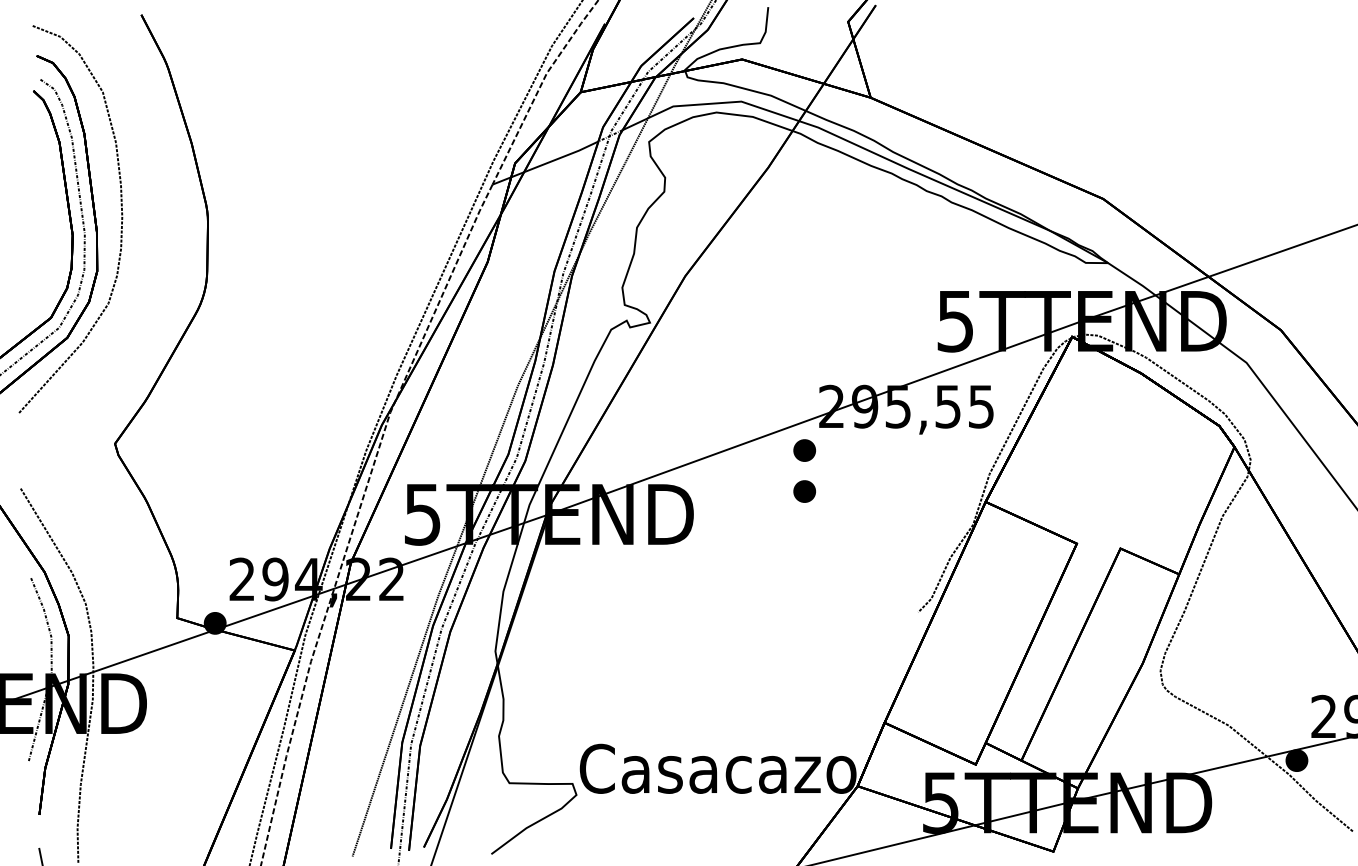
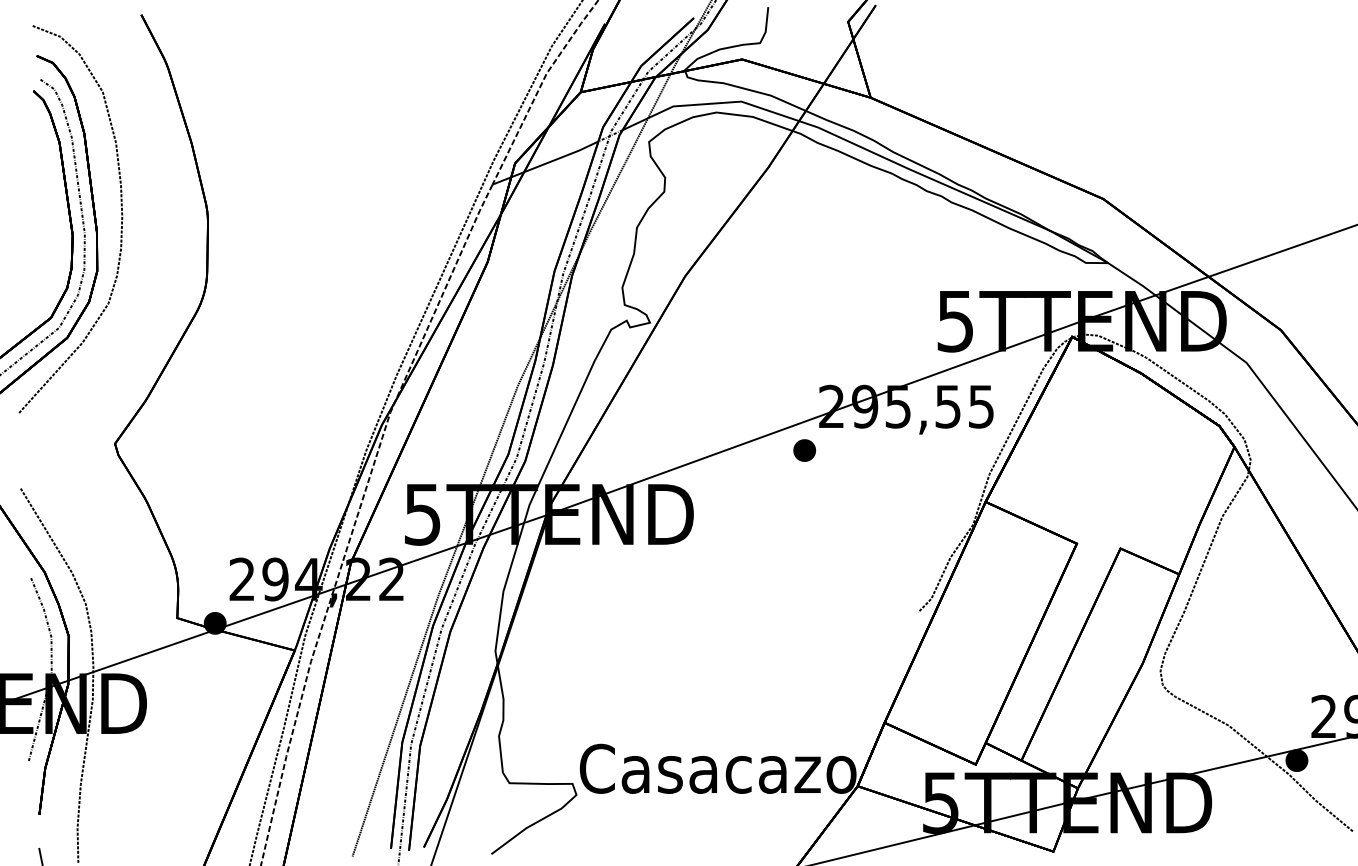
part at (804, 491): present -> none
